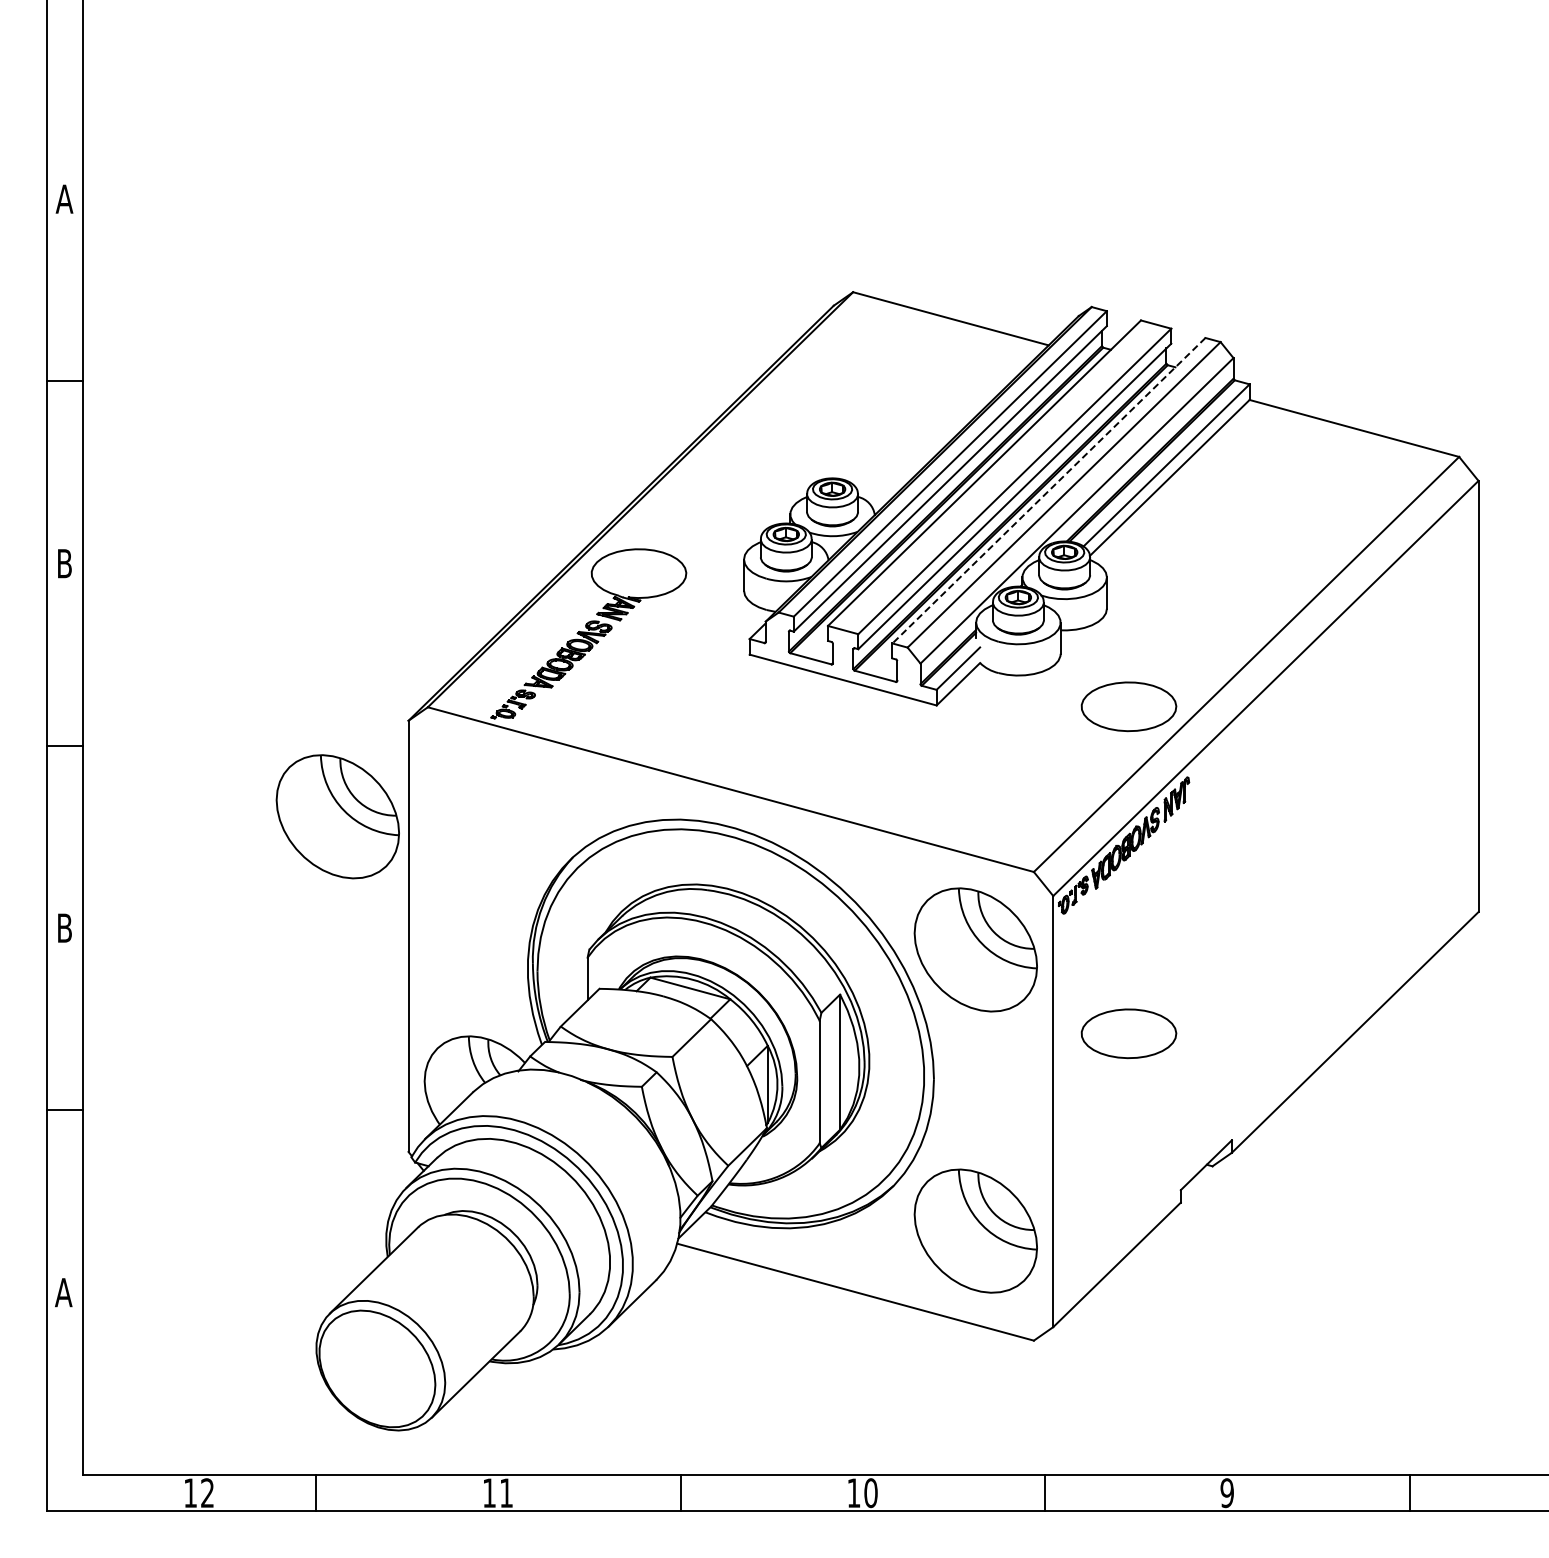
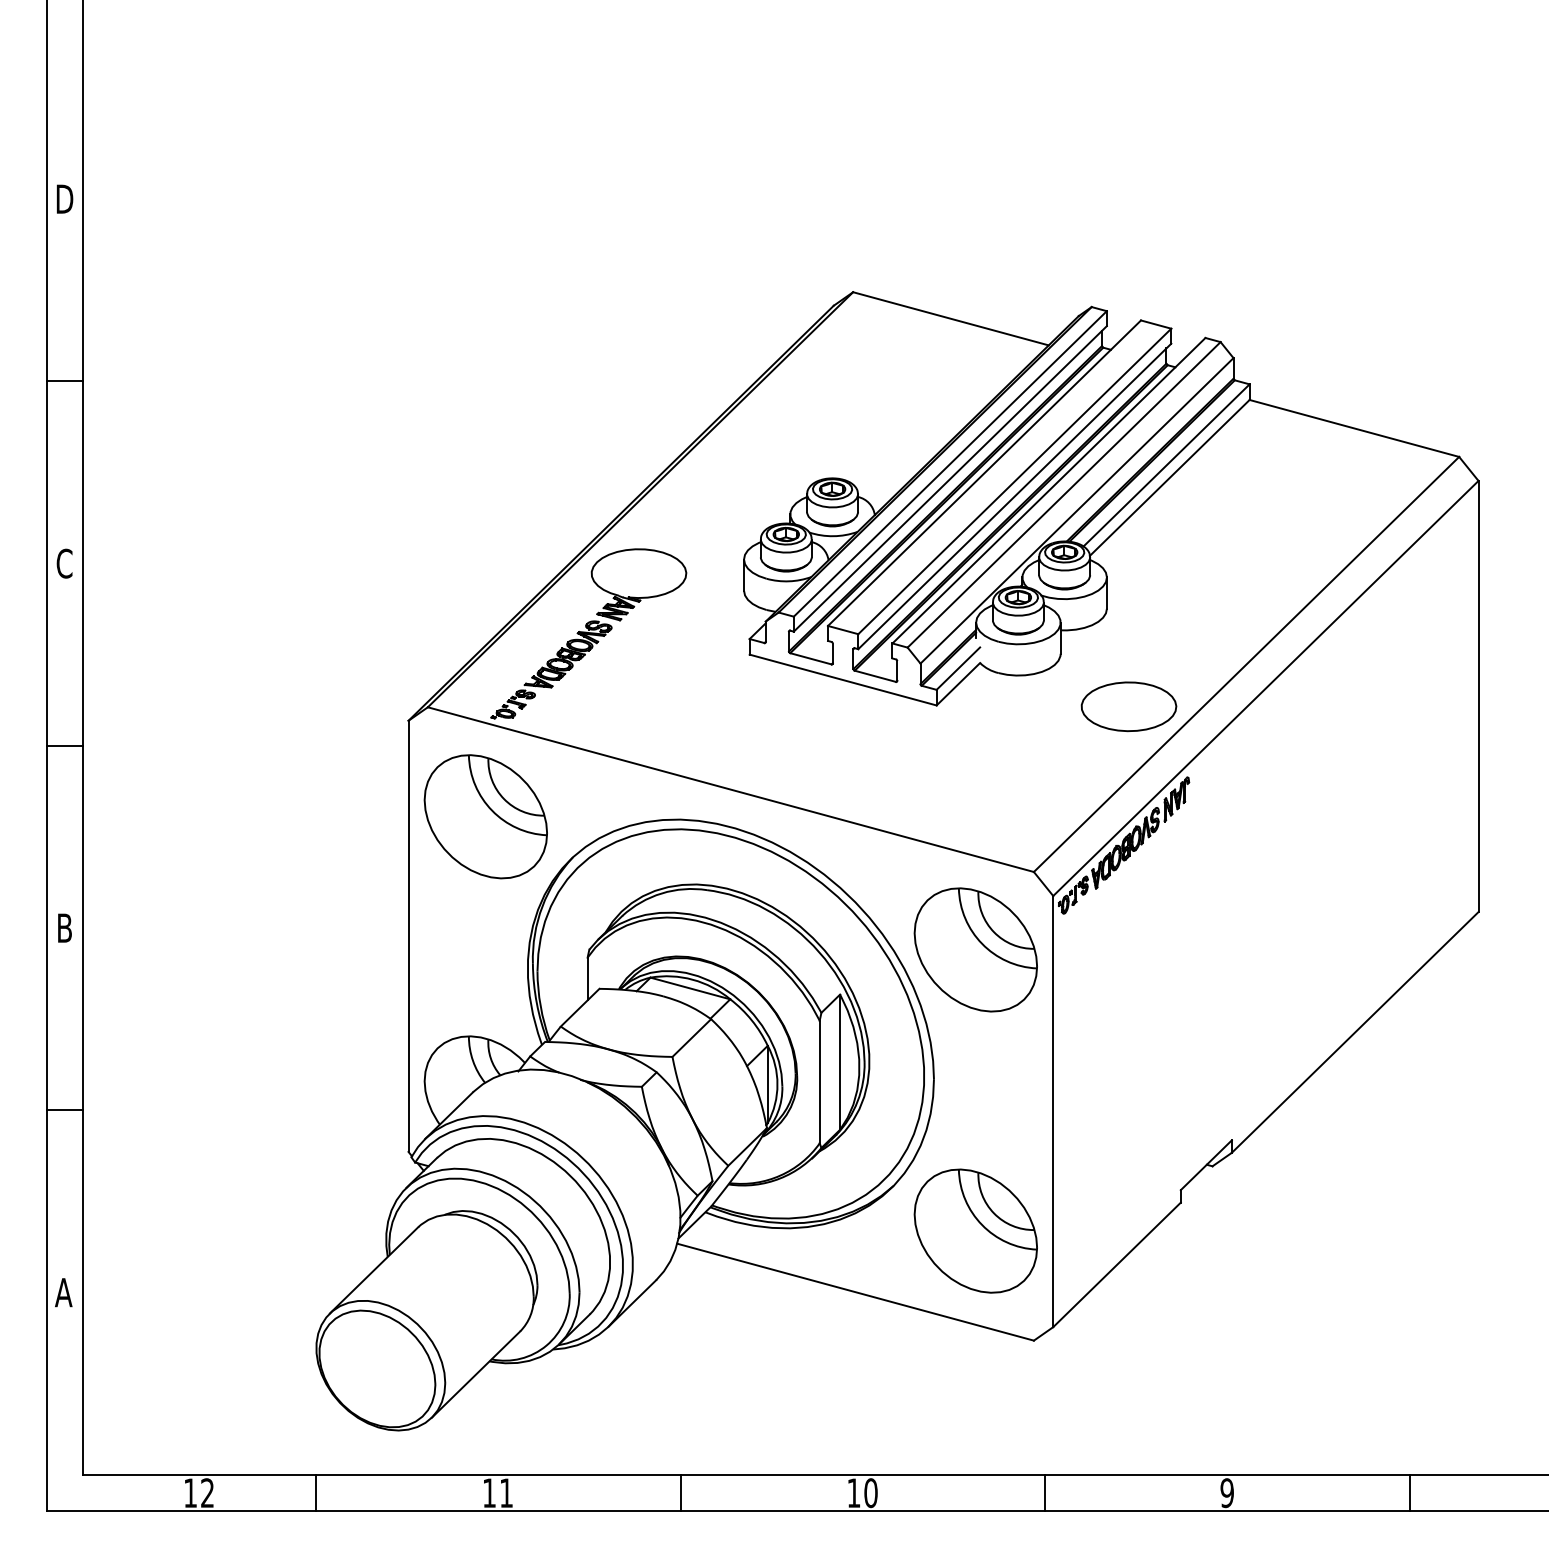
text at (64, 198): A -> D
line at (1048, 490): dashed -> solid
text at (64, 563): B -> C
part at (337, 816) position: (337, 816) -> (485, 816)
part at (1128, 1033): present -> none
